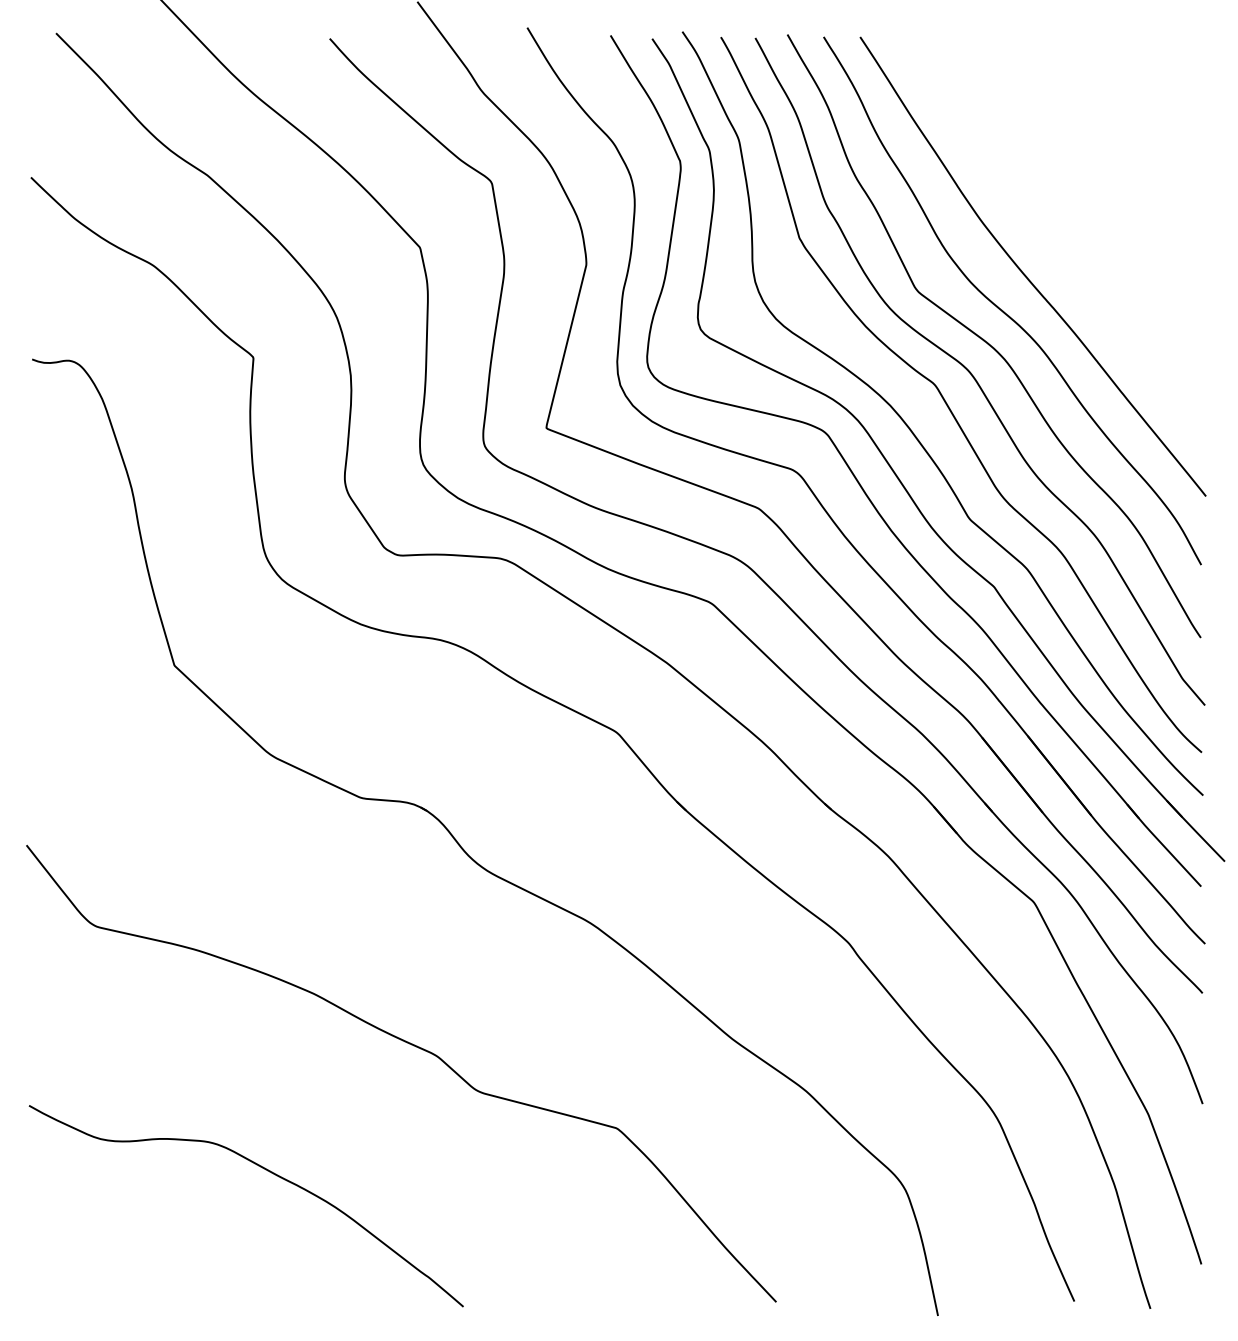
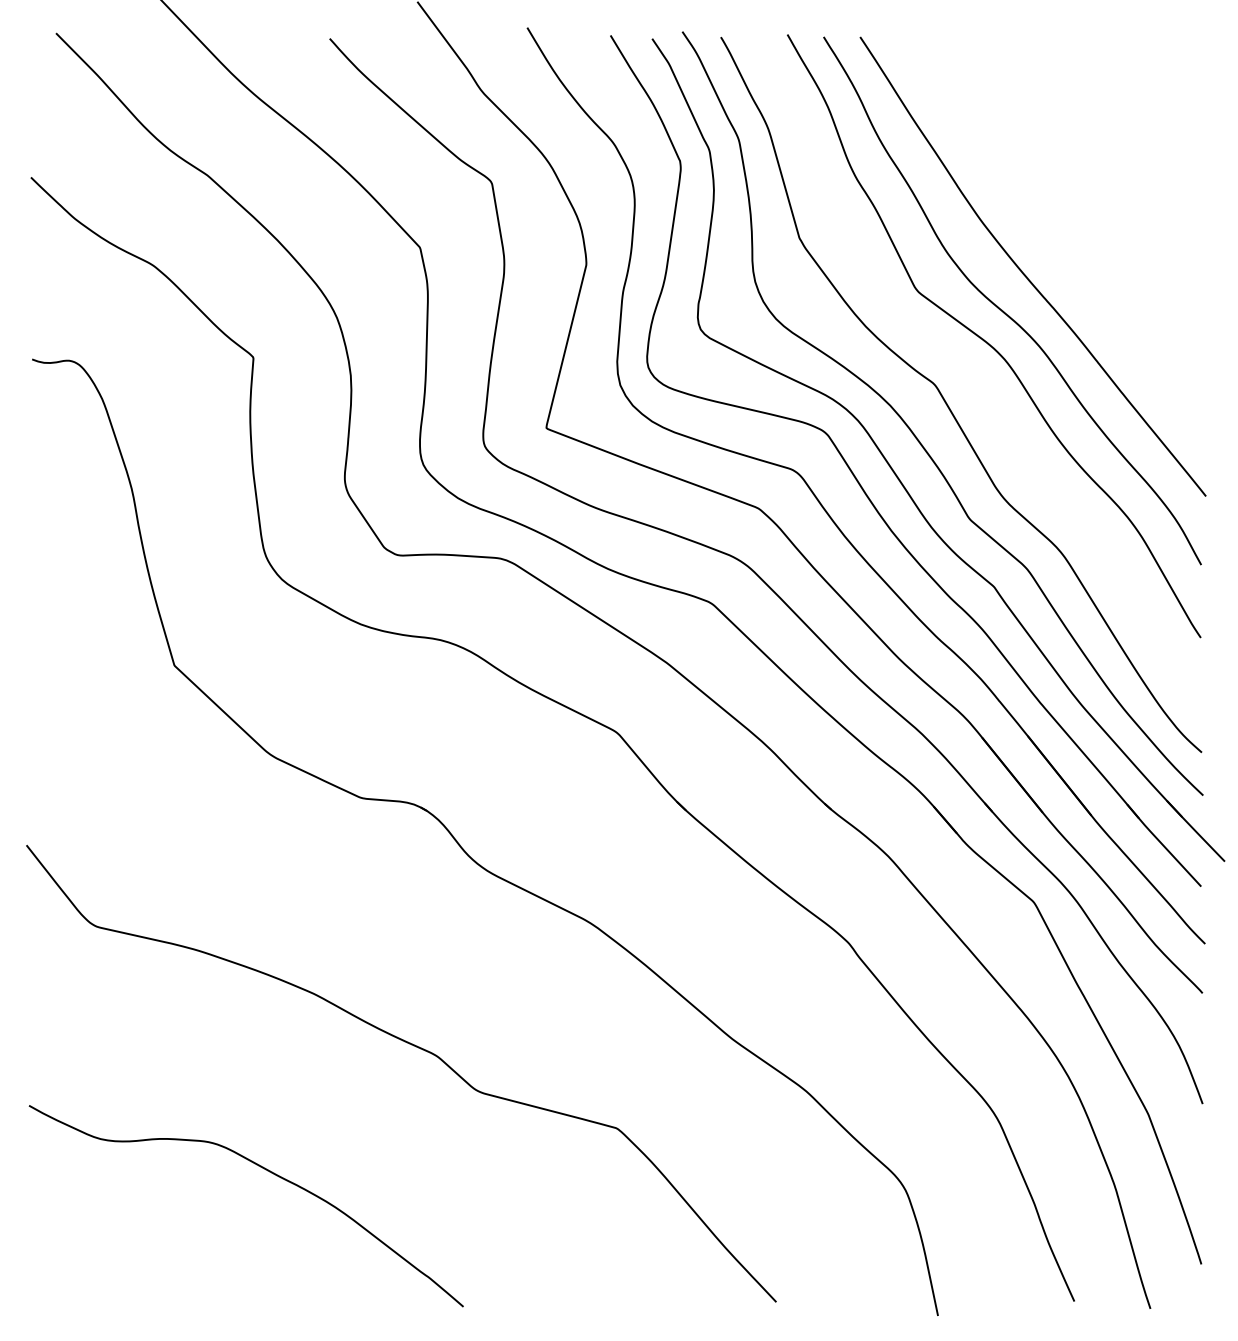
curve at (974, 376): present -> none
